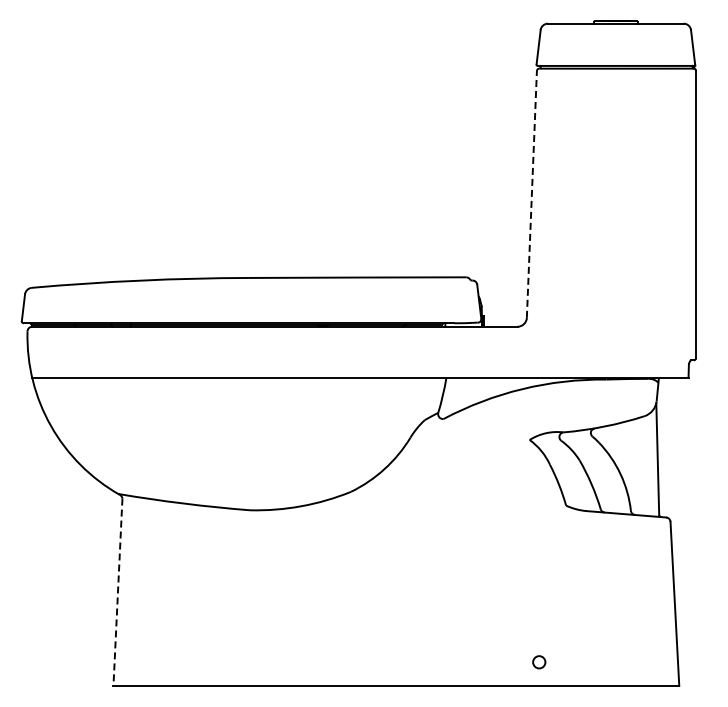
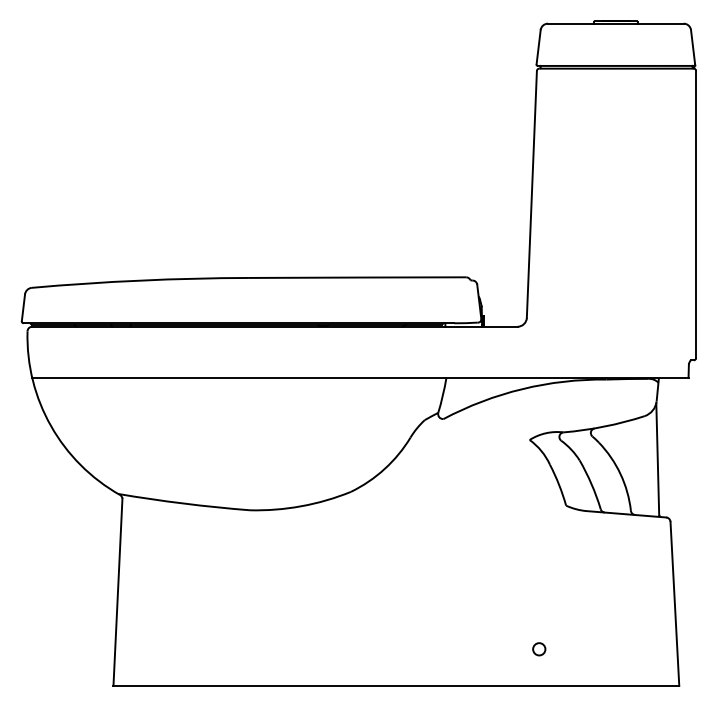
line at (531, 194): dashed -> solid
line at (117, 592): dashed -> solid
circle at (539, 662) position: (539, 662) -> (539, 649)
